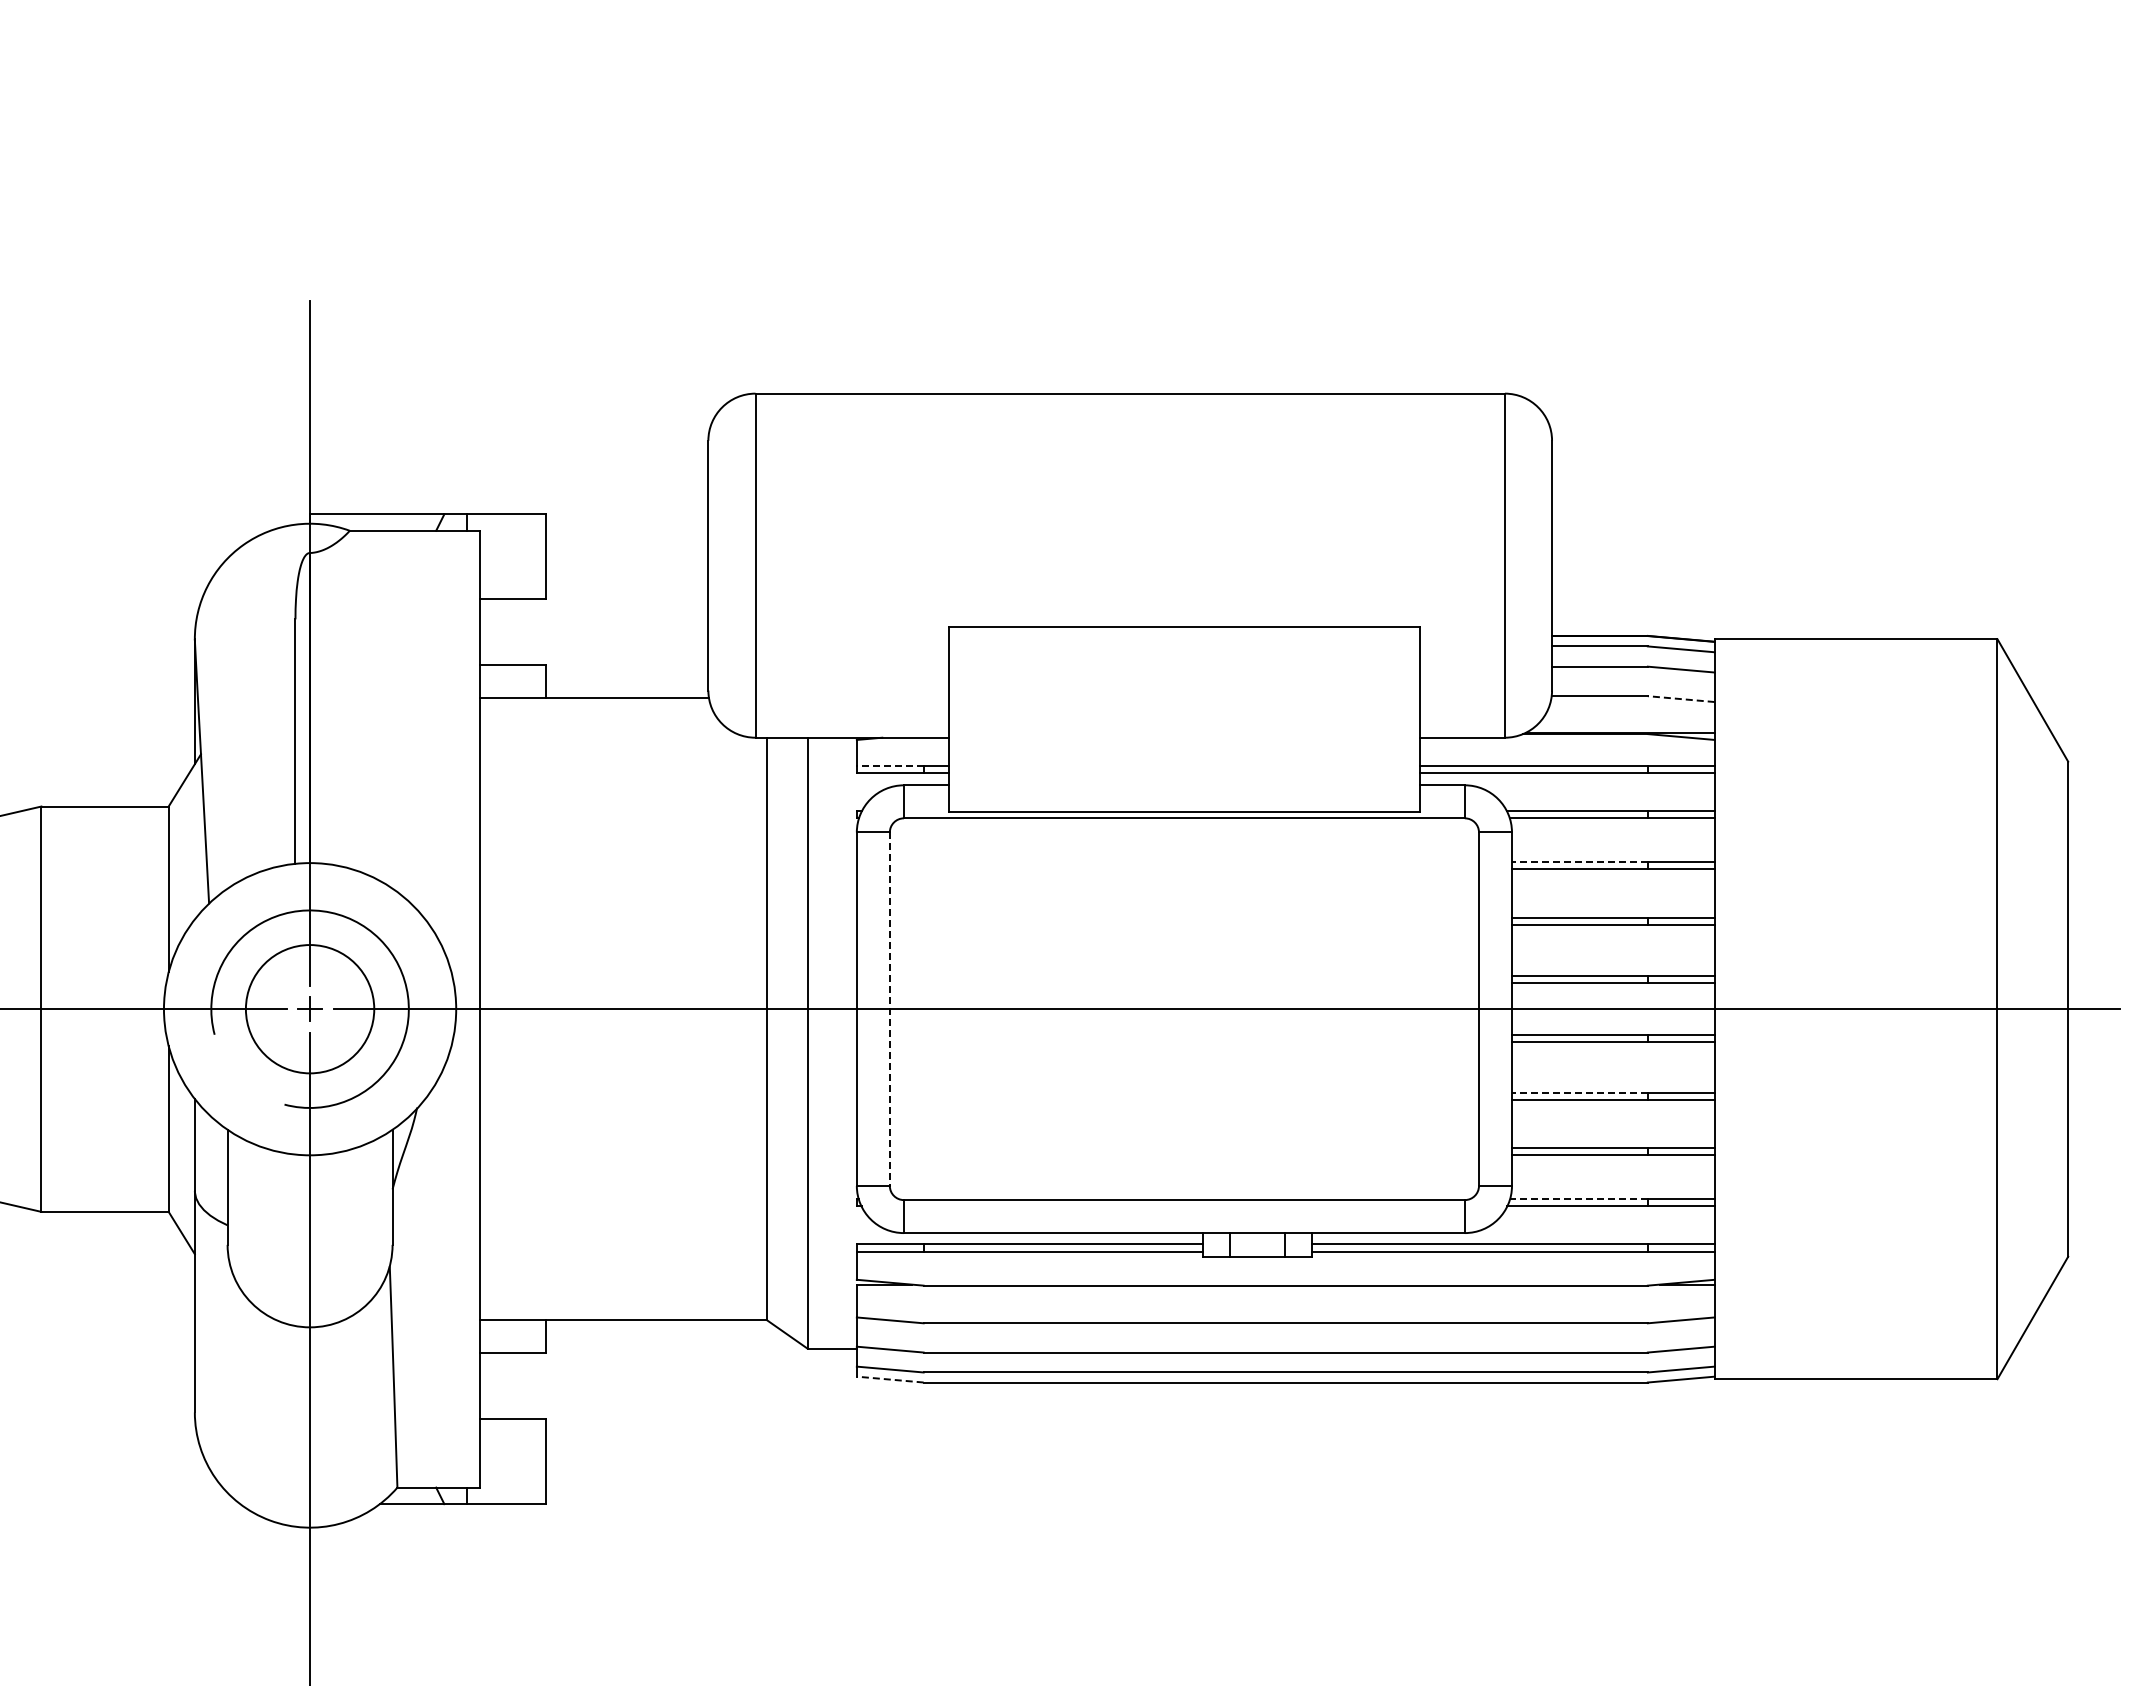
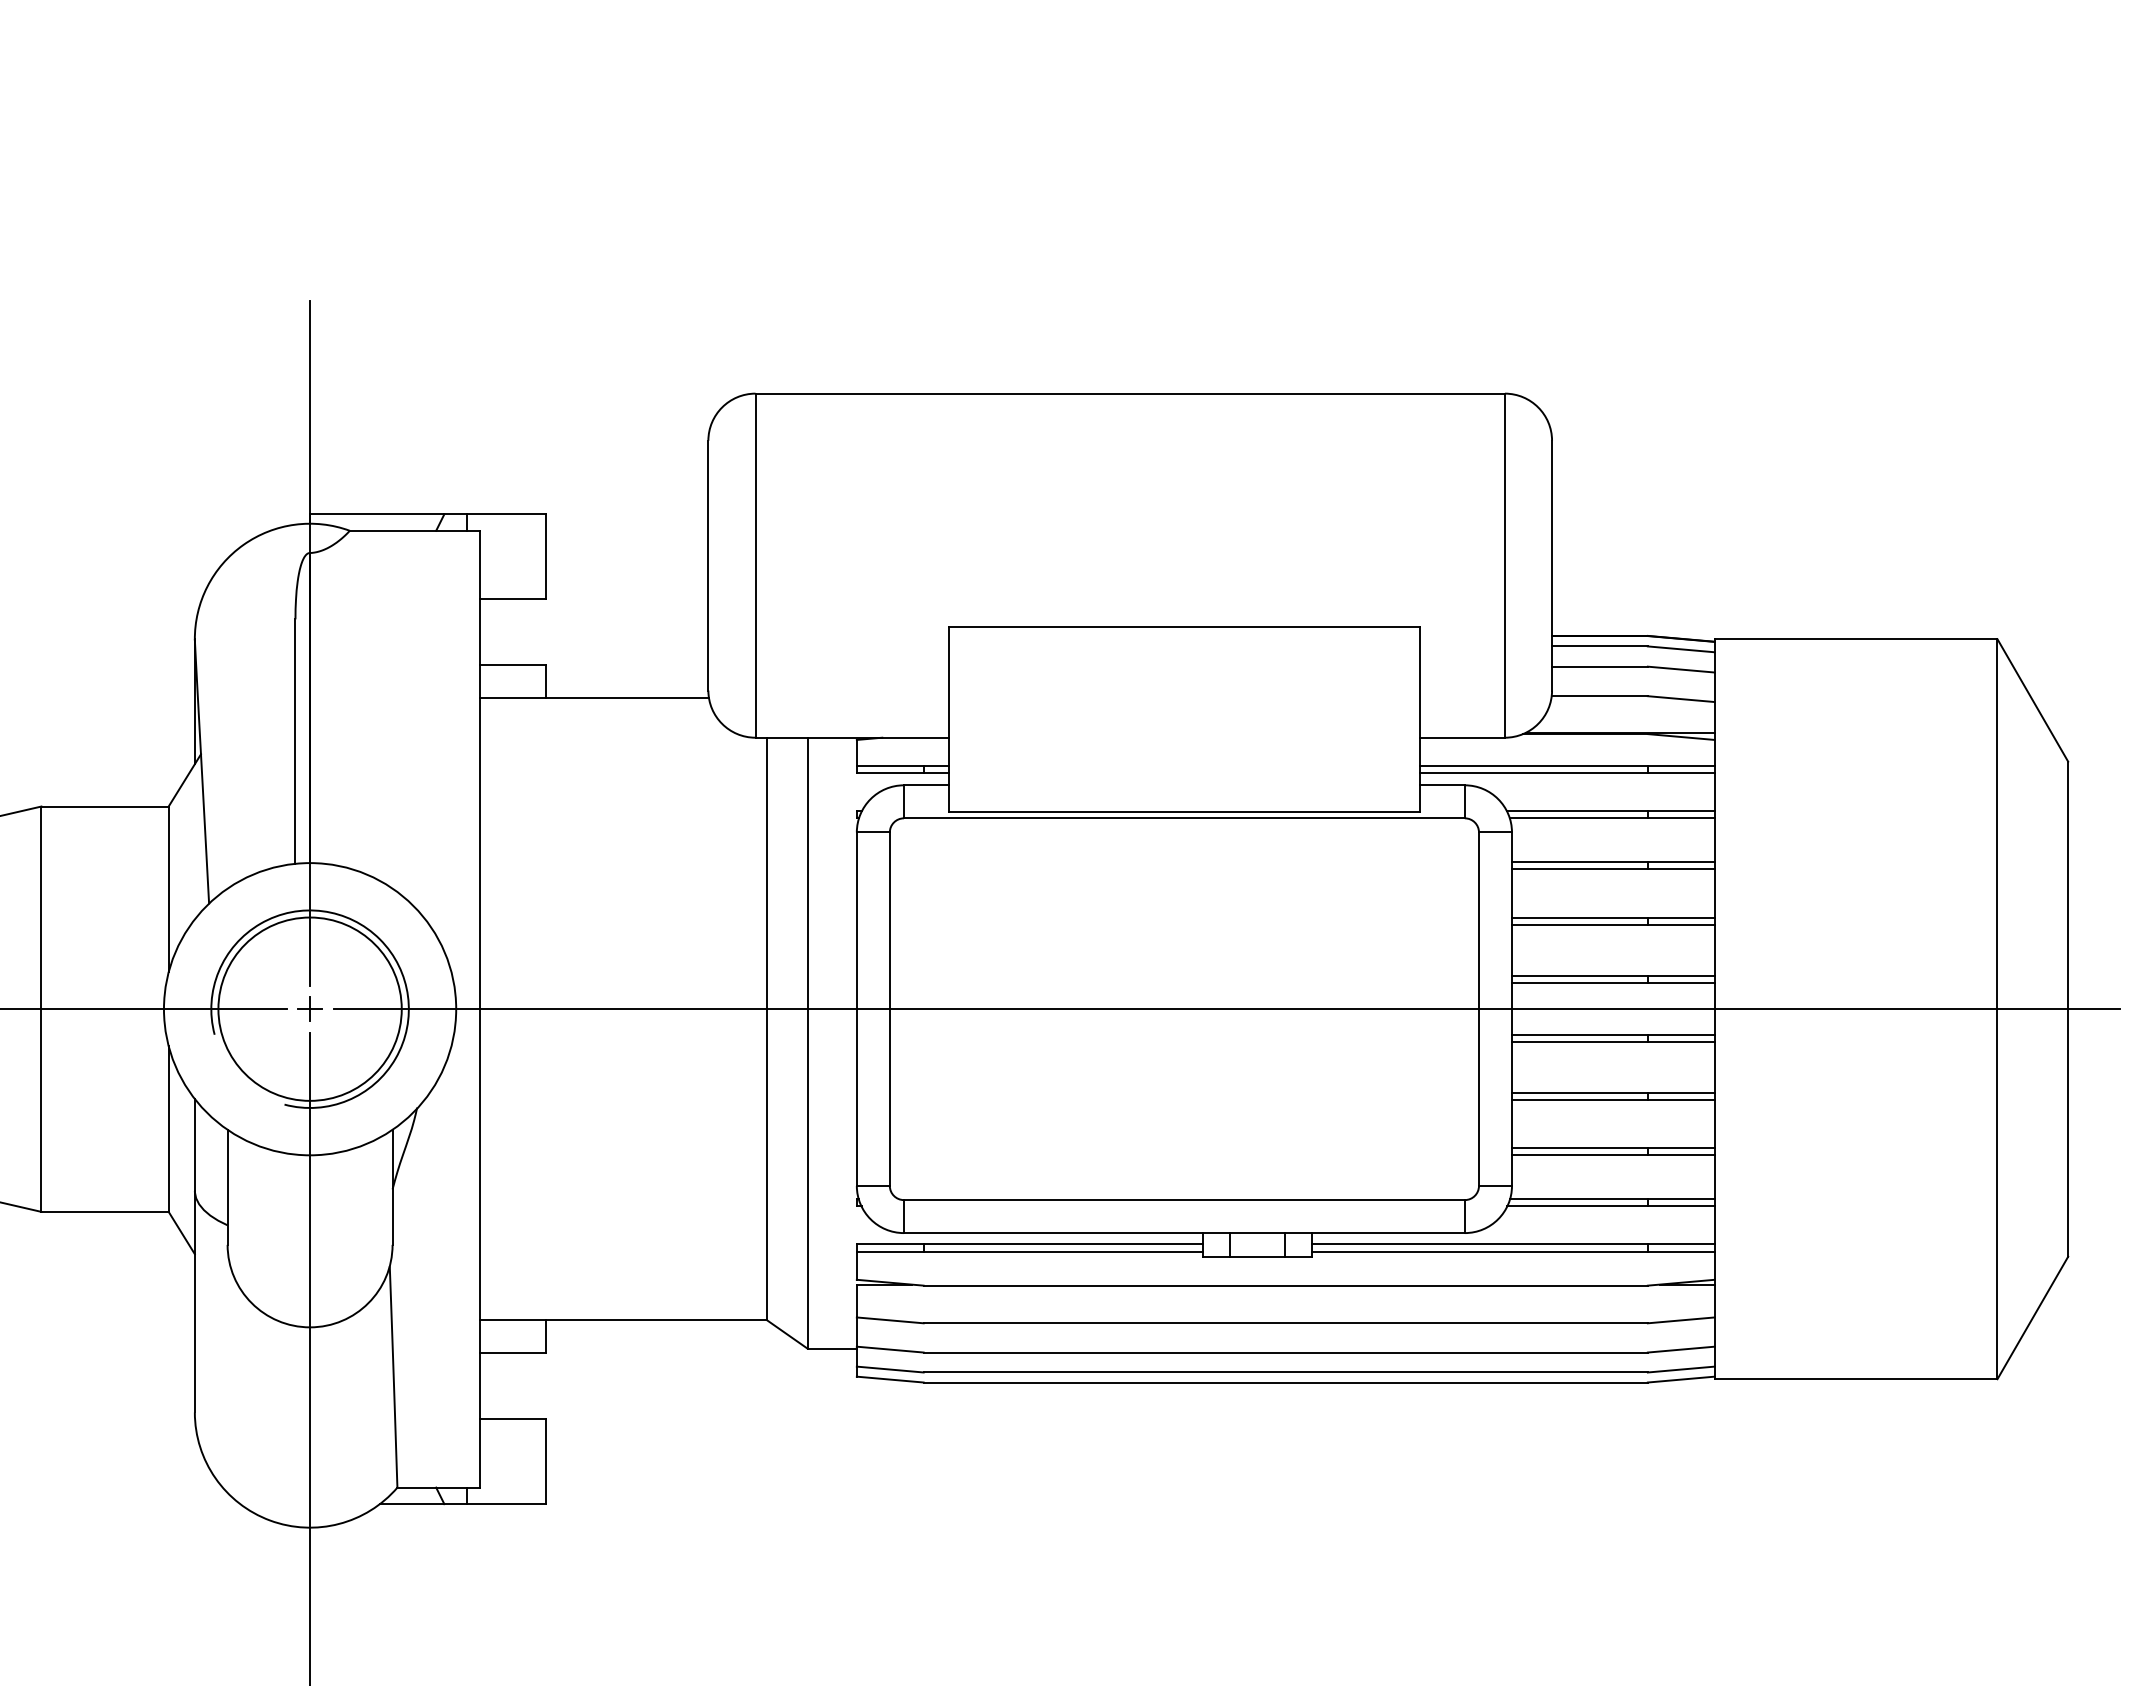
line at (1681, 699): dashed -> solid
line at (889, 765): dashed -> solid
line at (1579, 862): dashed -> solid
circle at (309, 1009) diameter: 128 px -> 183 px
line at (889, 1009): dashed -> solid
line at (1579, 1092): dashed -> solid
line at (1579, 1199): dashed -> solid
line at (890, 1379): dashed -> solid
